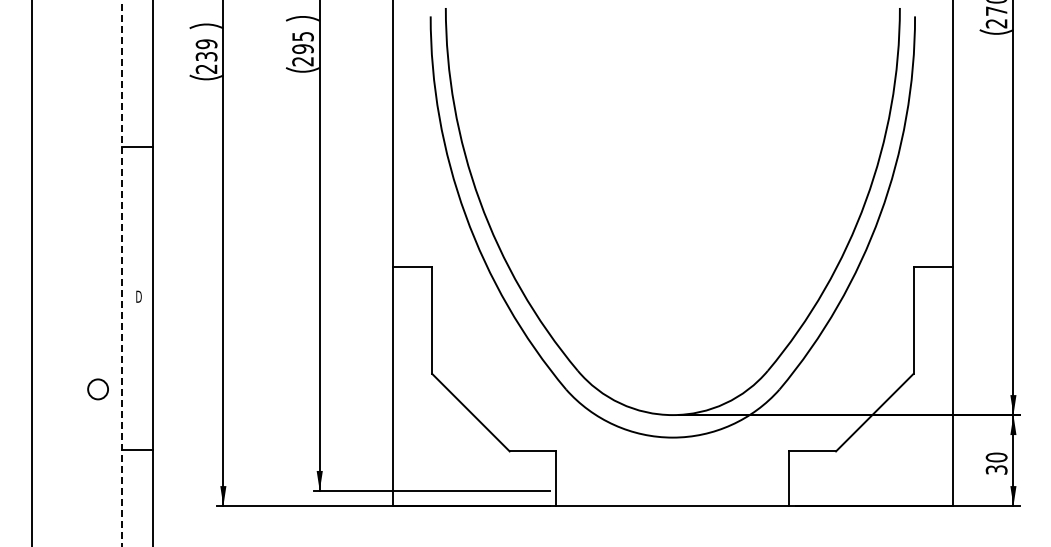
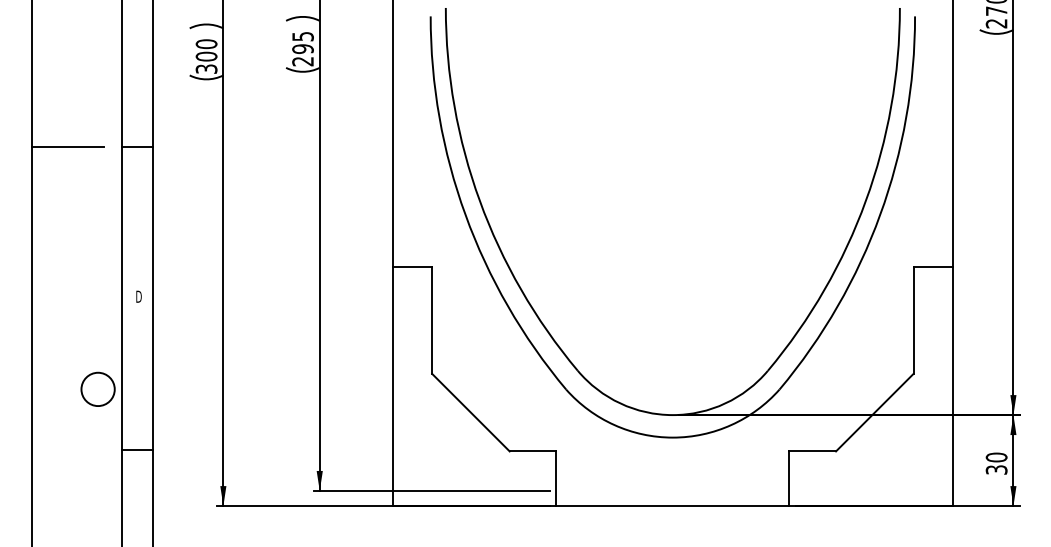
text at (206, 56): 239 -> 300
line at (67, 147): none -> present
line at (122, 273): dashed -> solid
circle at (98, 389) diameter: 20 px -> 33 px
